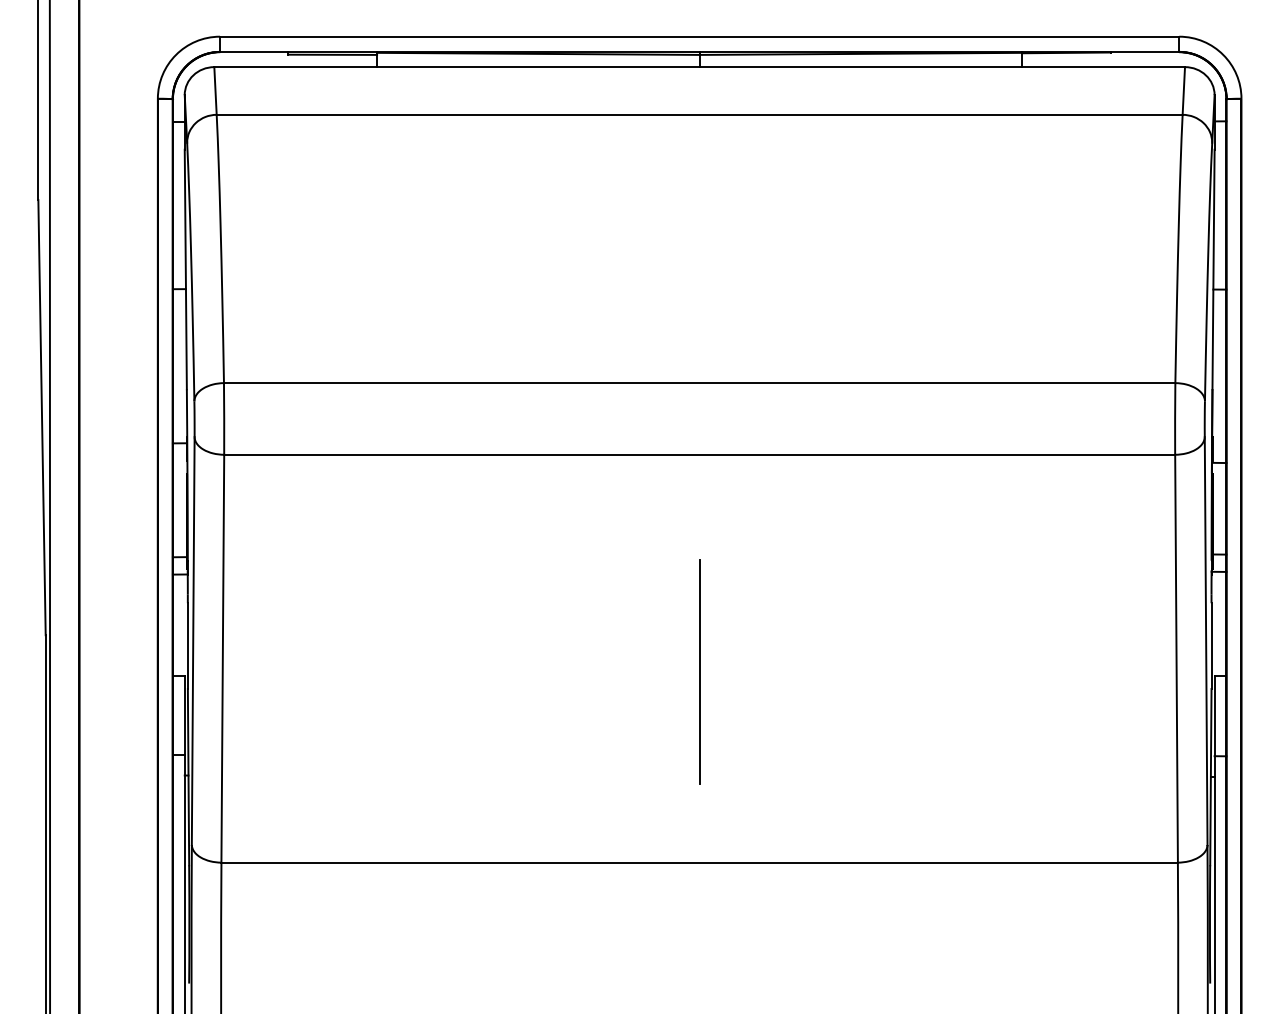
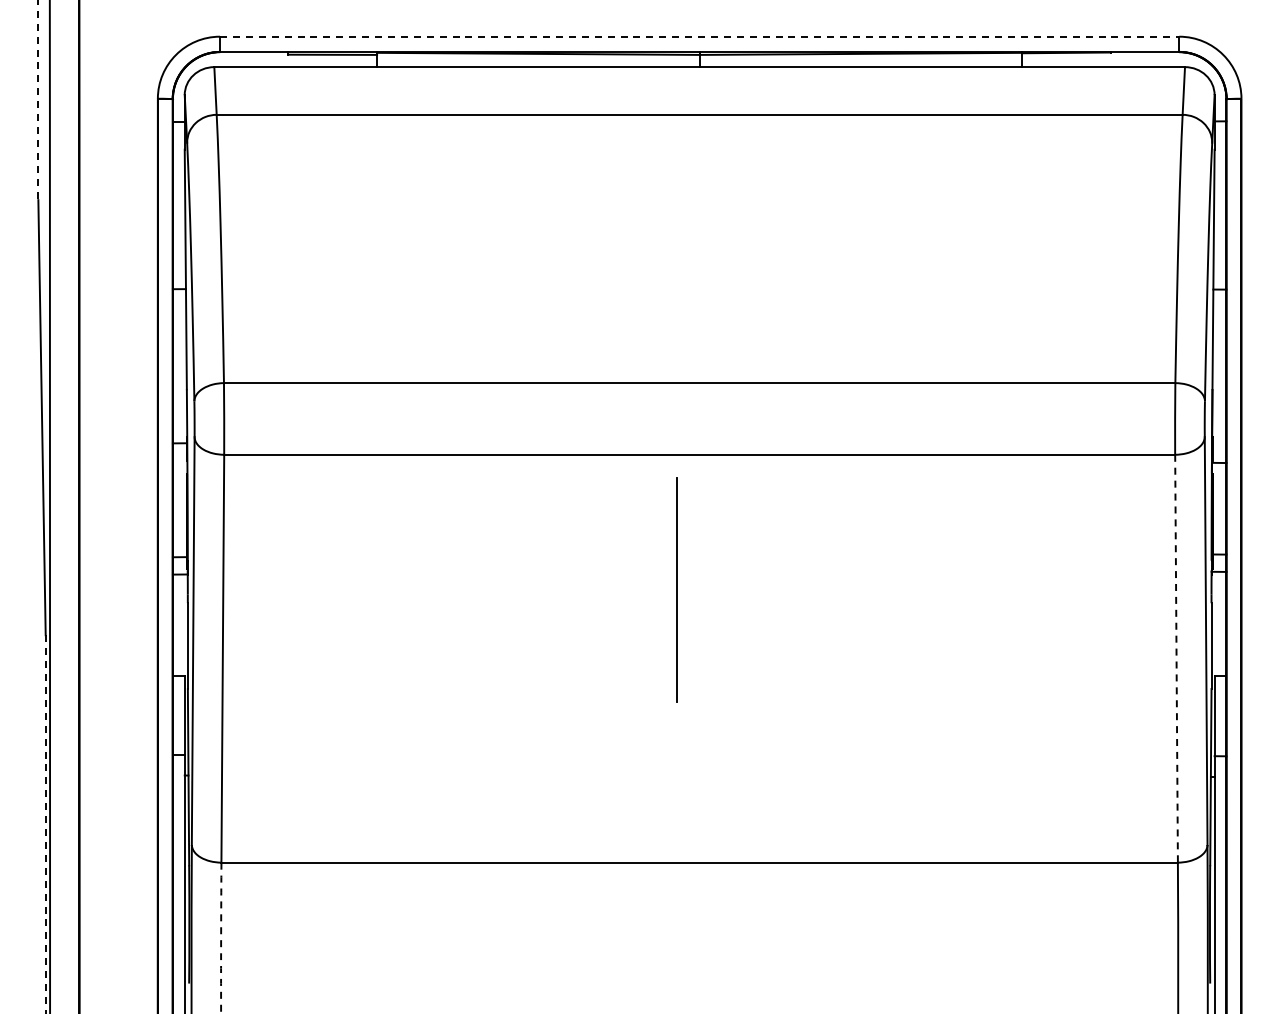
line at (699, 36): solid -> dashed
line at (38, 100): solid -> dashed
line at (1176, 658): solid -> dashed
line at (699, 671) position: (699, 671) -> (676, 589)
line at (45, 824): solid -> dashed
arc at (221, 938): solid -> dashed
